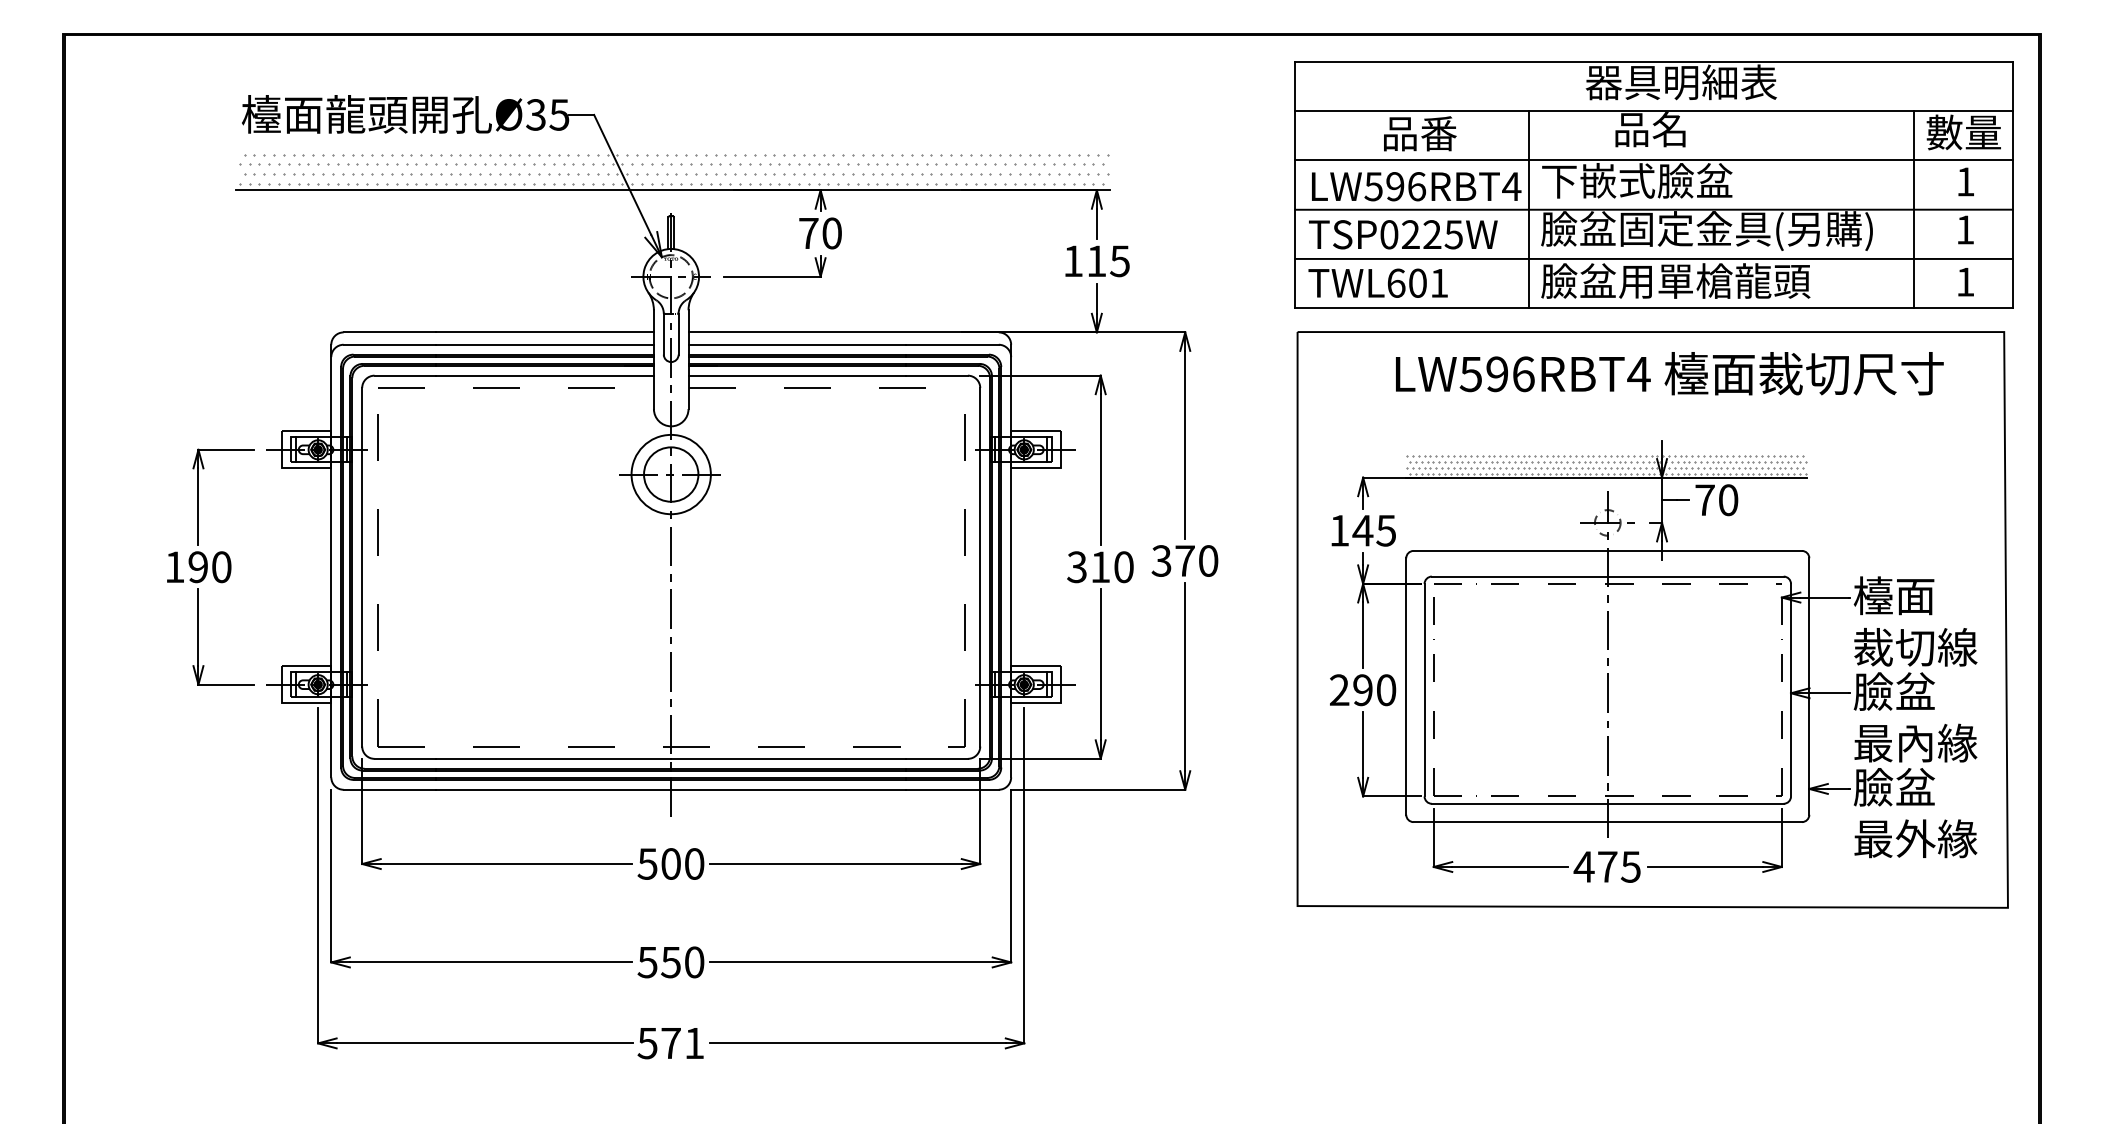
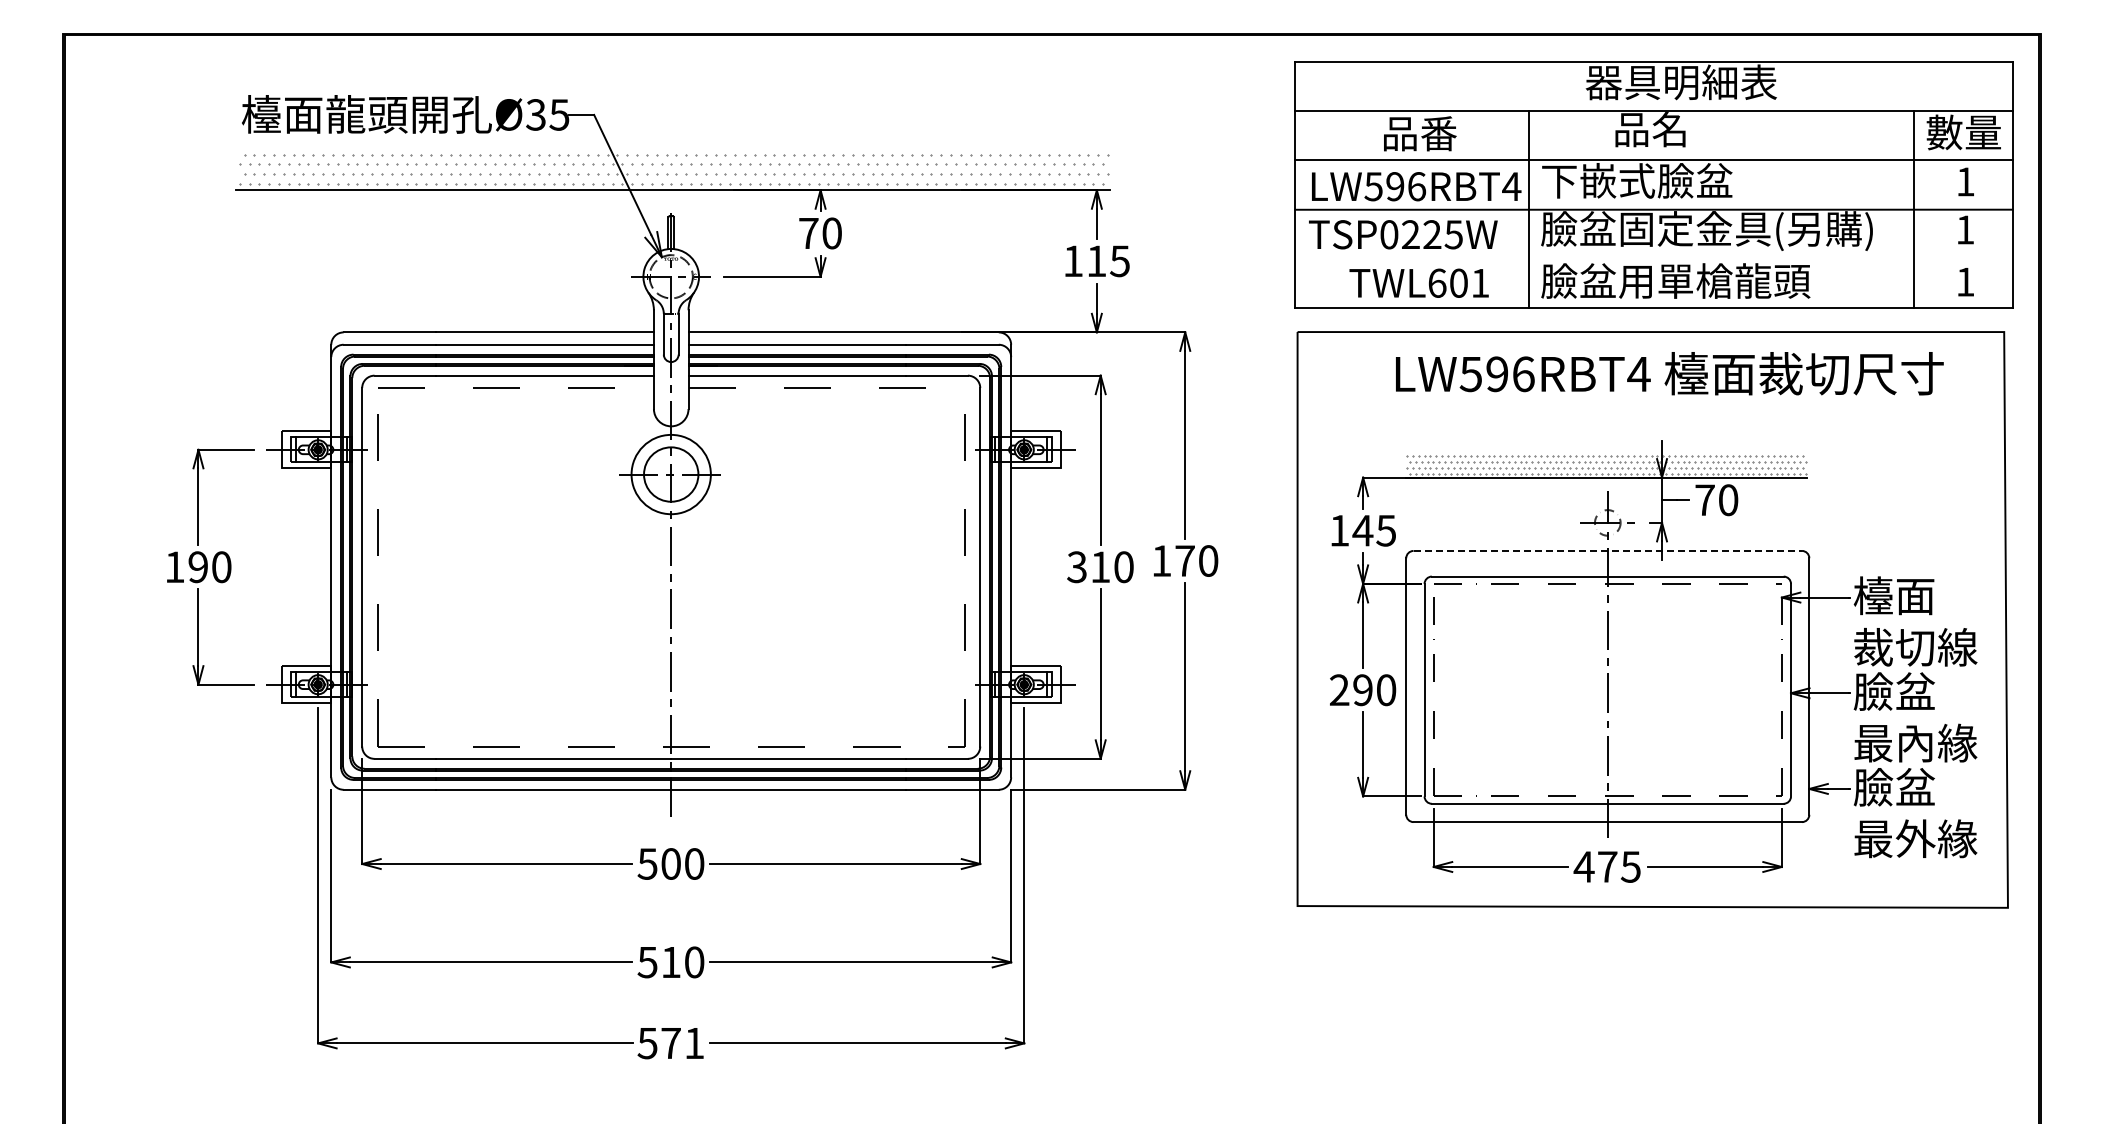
line at (1653, 258): present -> none
text at (1377, 282) position: (1377, 282) -> (1418, 282)
line at (1608, 550): solid -> dashed
text at (1161, 560): 370 -> 170
text at (670, 962): 550 -> 510
